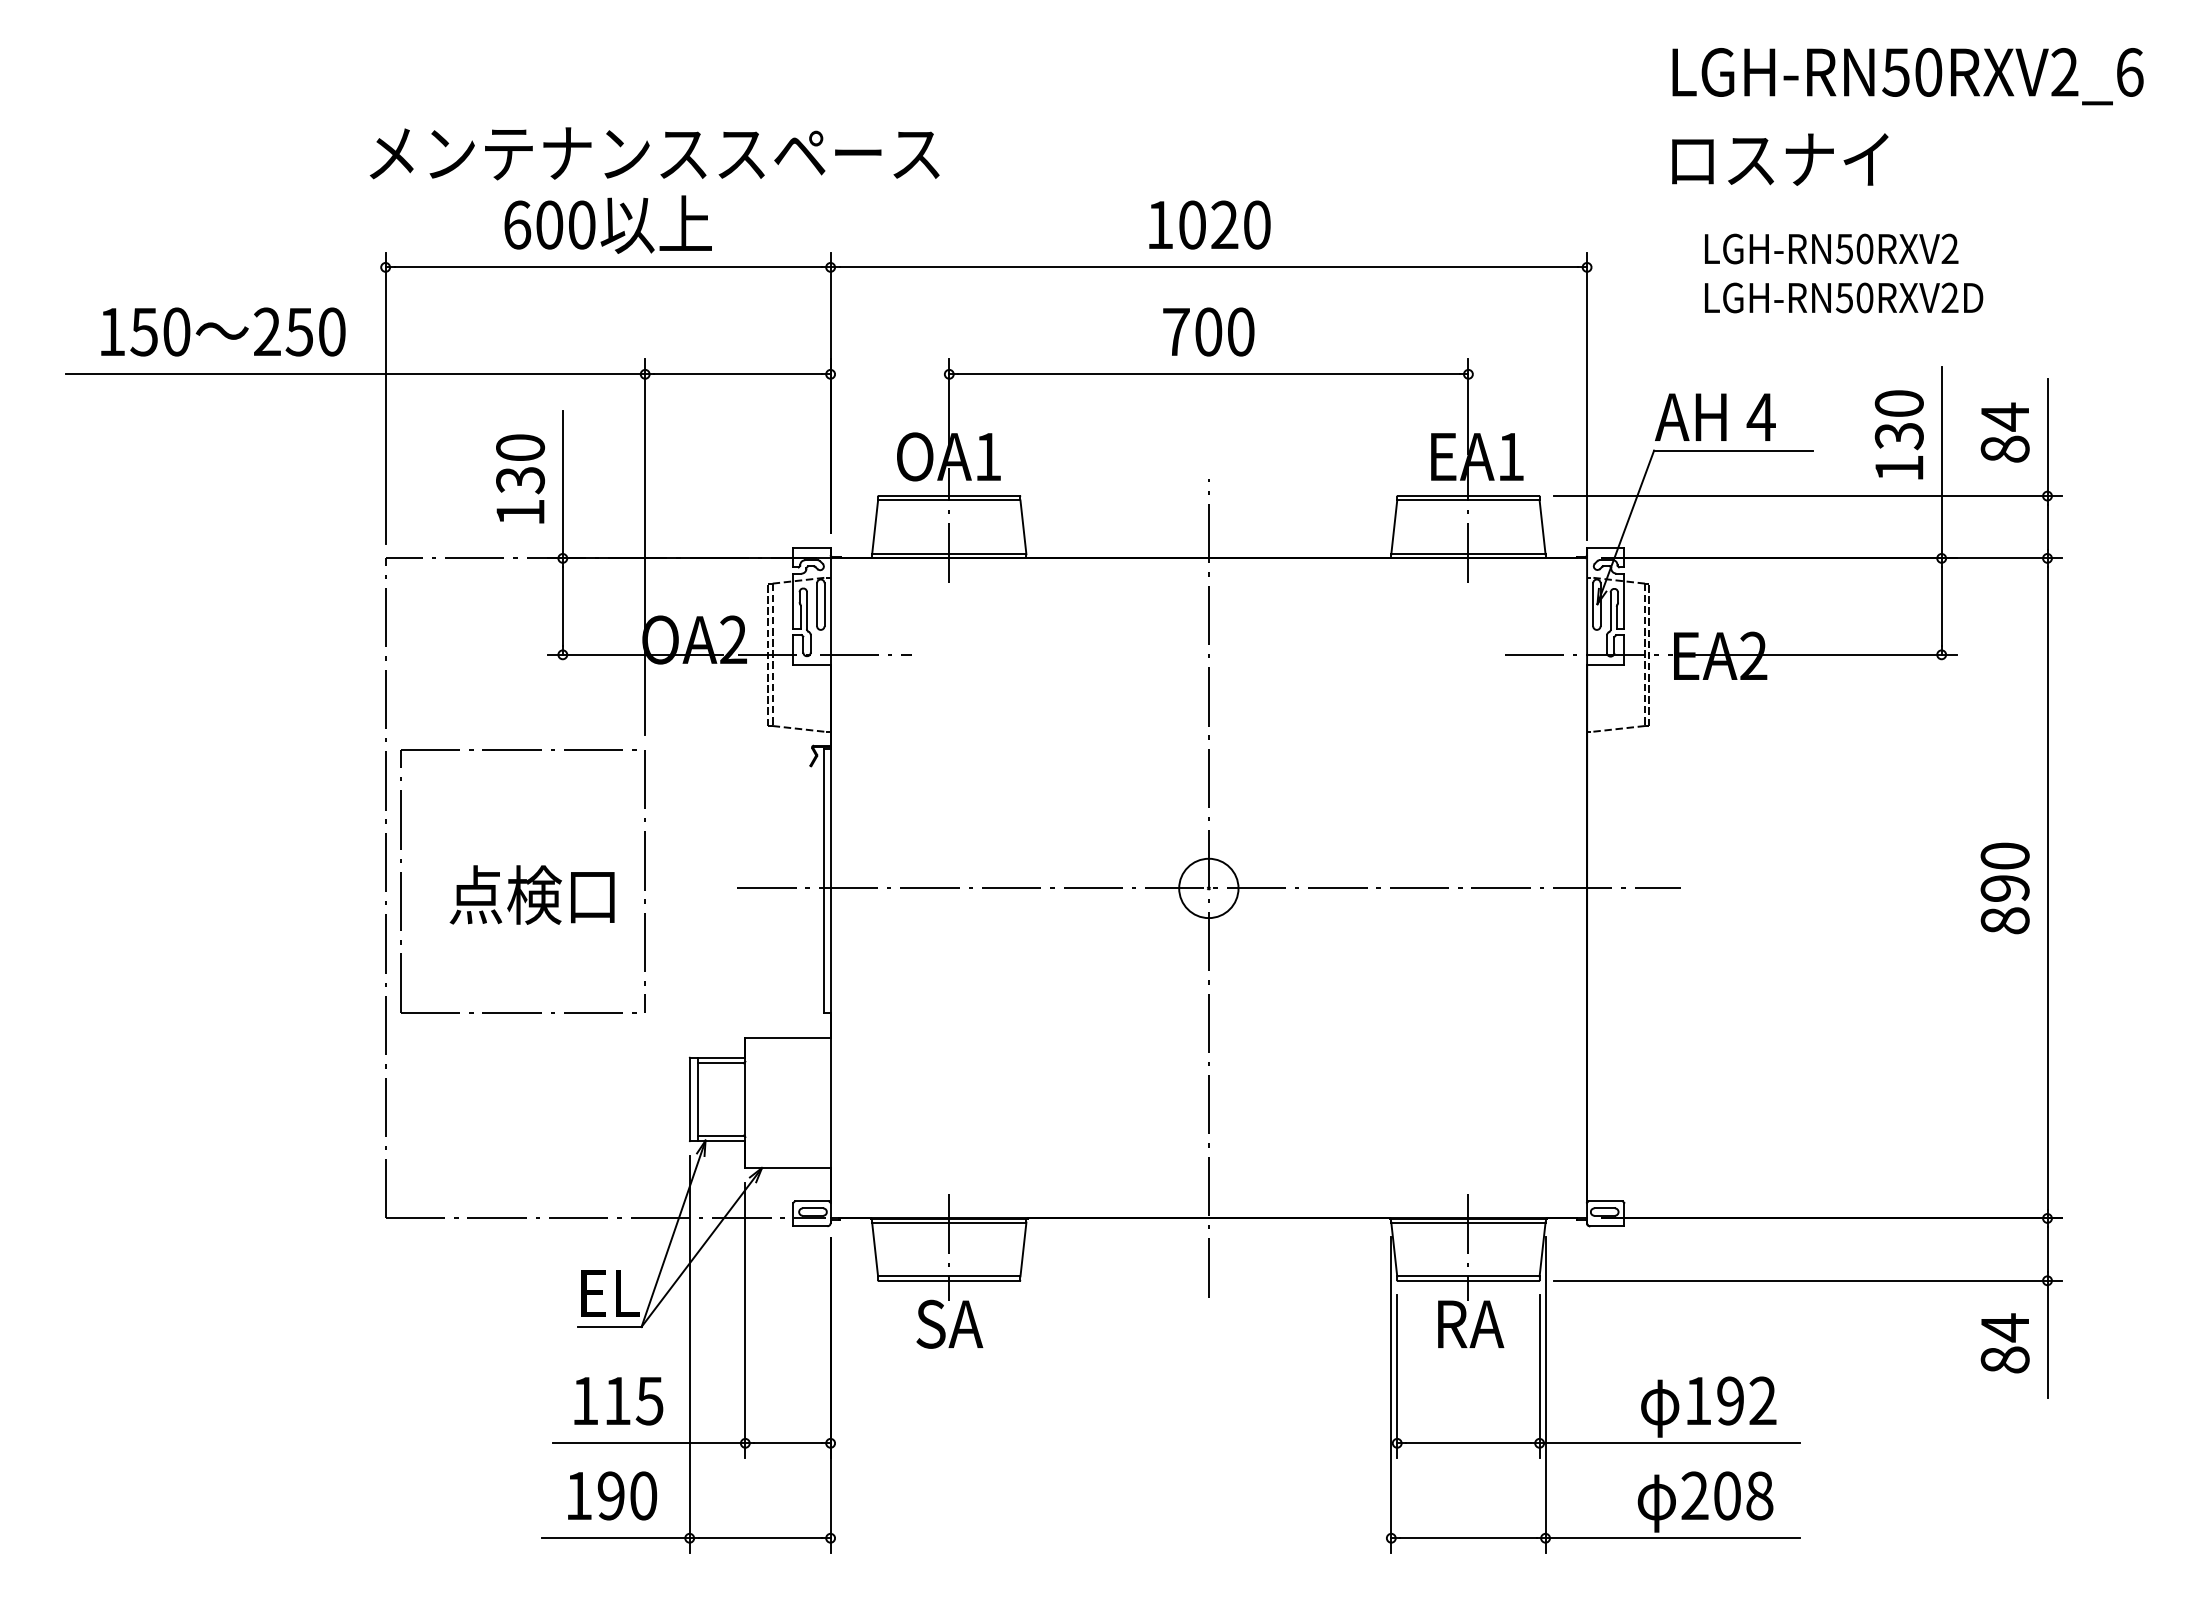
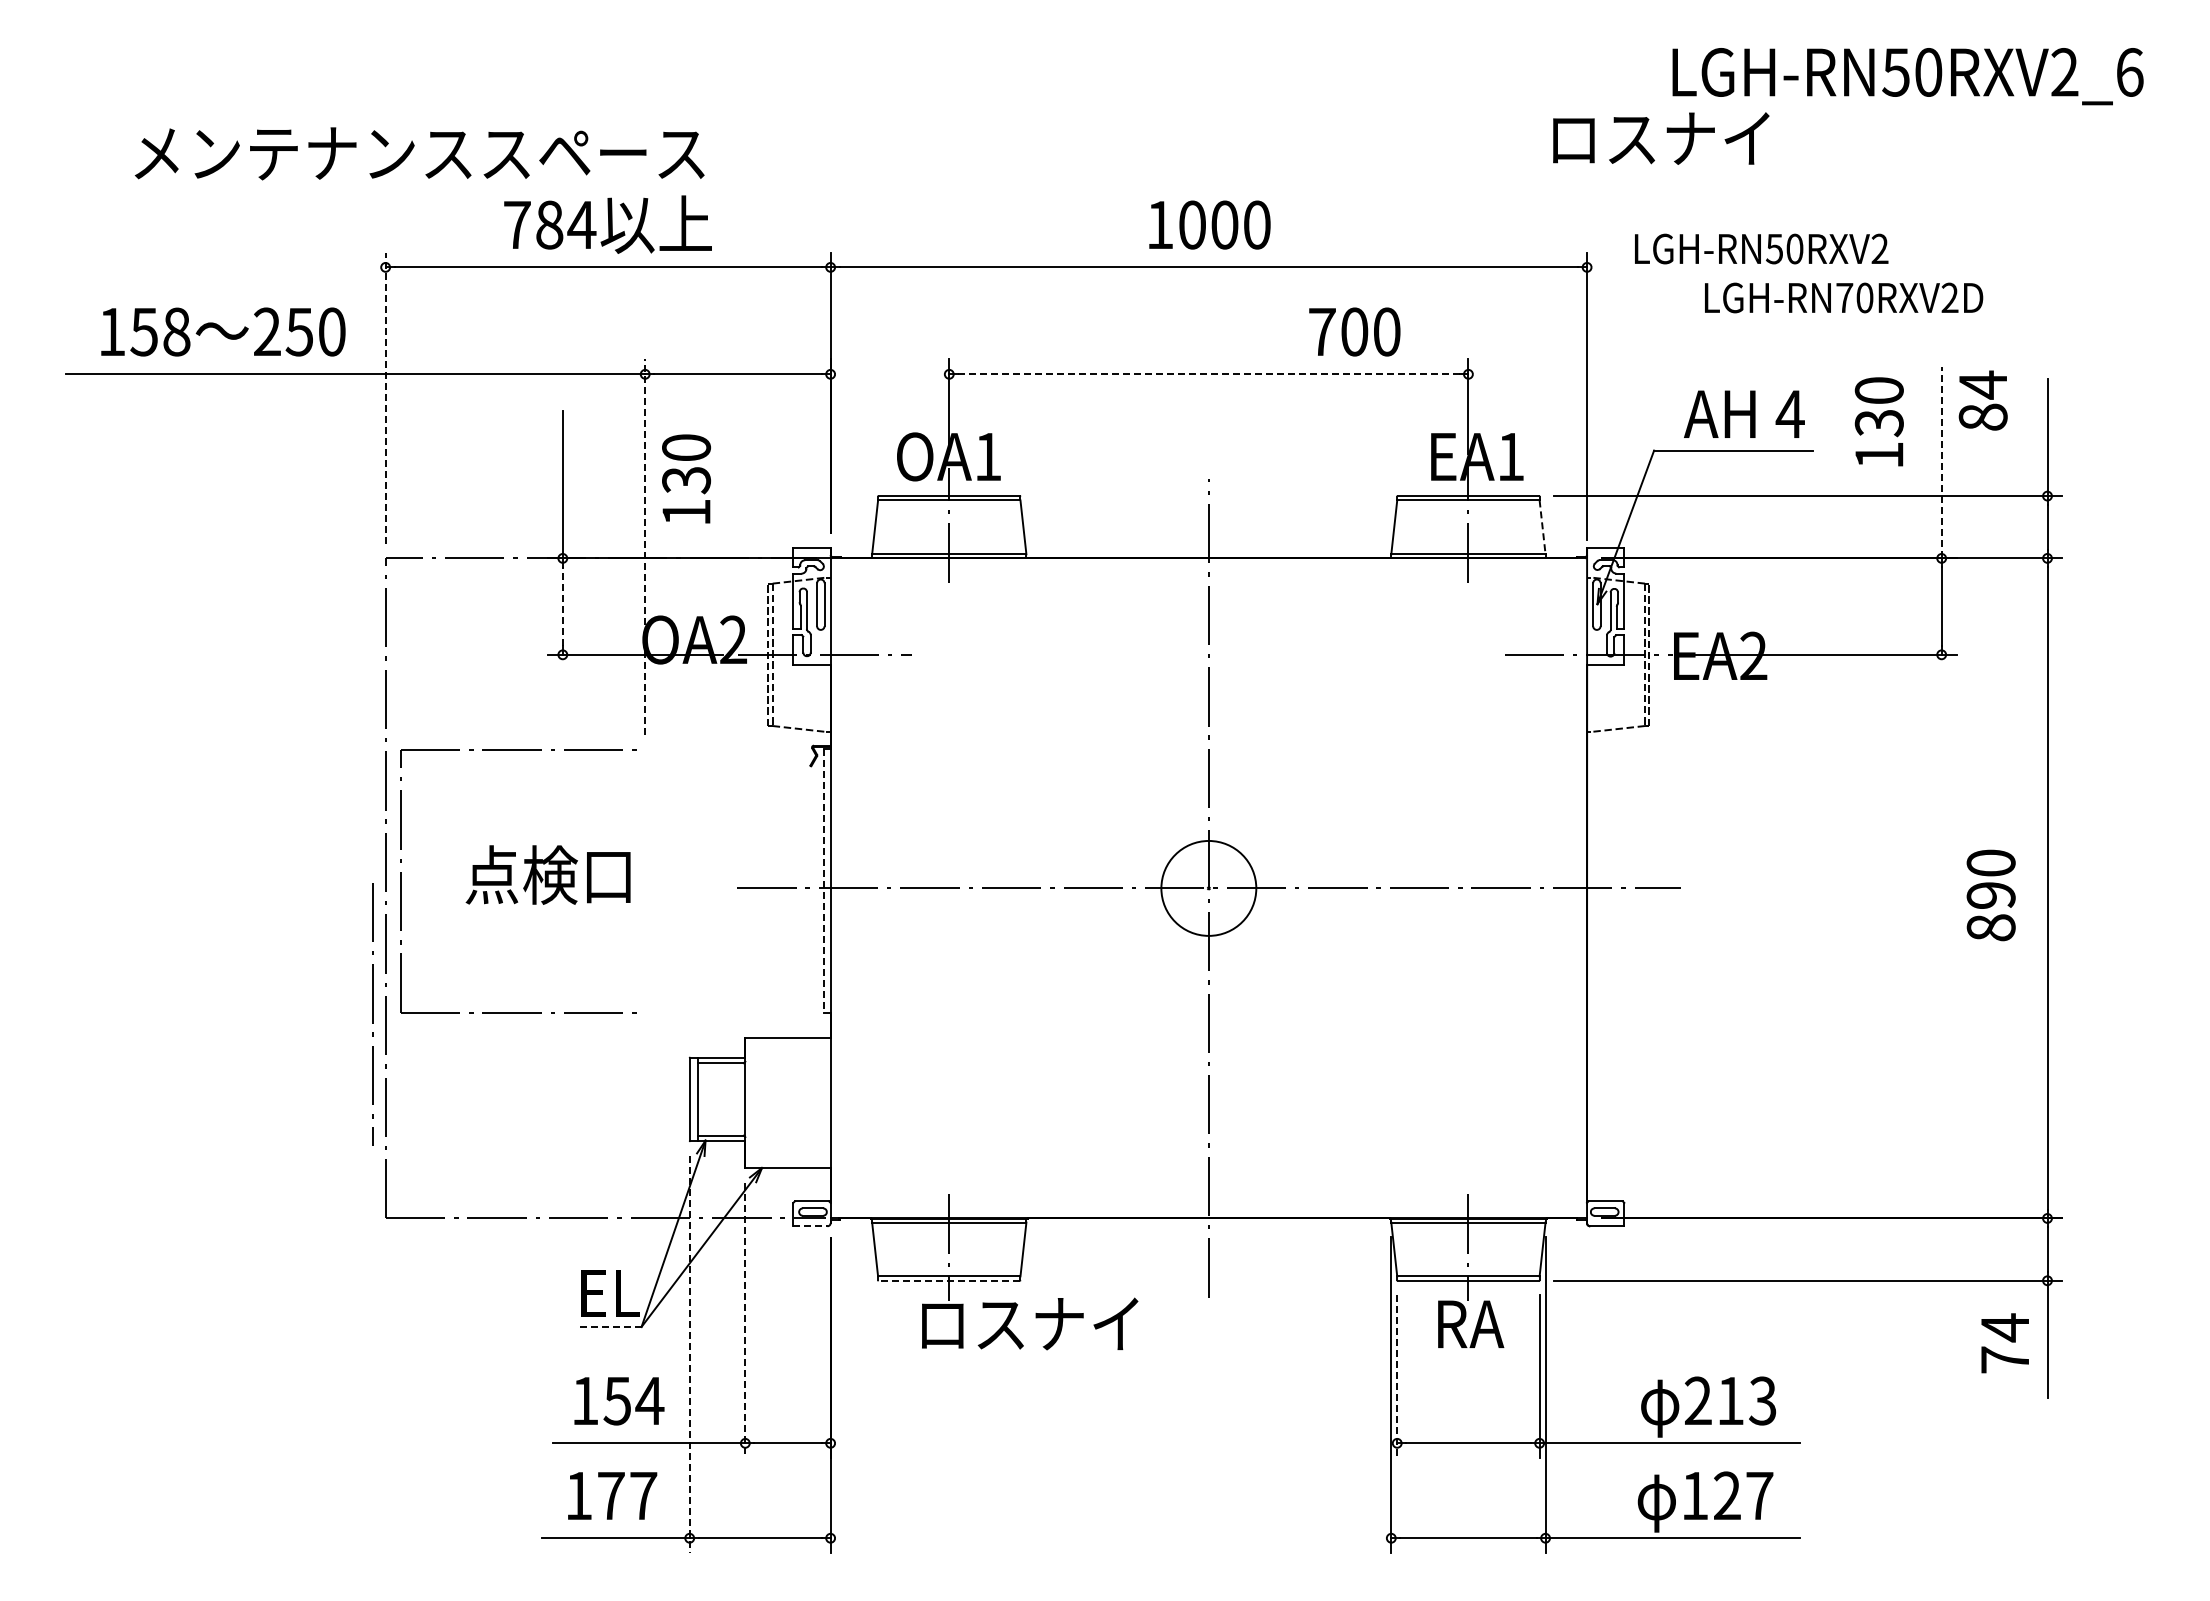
text at (654, 153) position: (654, 153) -> (419, 153)
text at (1780, 159) position: (1780, 159) -> (1661, 138)
text at (550, 224): 600 -> 784
text at (1224, 224): 1020 -> 1000
text at (1831, 248) position: (1831, 248) -> (1761, 248)
text at (1844, 298): LGH-RN50RXV2D -> LGH-RN70RXV2D
text at (176, 331): 150 -> 158
text at (1208, 331) position: (1208, 331) -> (1354, 331)
line at (1208, 374): solid -> dashed
line at (385, 398): solid -> dashed
text at (1715, 416) position: (1715, 416) -> (1744, 413)
text at (2004, 432) position: (2004, 432) -> (1982, 400)
text at (1898, 434) position: (1898, 434) -> (1878, 421)
line at (1941, 462): solid -> dashed
text at (520, 478) position: (520, 478) -> (686, 478)
line at (1542, 527): solid -> dashed
line at (645, 547): solid -> dashed
line at (562, 606): solid -> dashed
line at (823, 880): solid -> dashed
line at (644, 881) position: (644, 881) -> (372, 1014)
circle at (1208, 888) diameter: 59 px -> 95 px
text at (2004, 888) position: (2004, 888) -> (1990, 895)
text at (531, 894) position: (531, 894) -> (547, 874)
line at (810, 1226): solid -> dashed
line at (949, 1280): solid -> dashed
line at (745, 1320): solid -> dashed
text at (1027, 1323): SA -> ロスナイ
line at (609, 1326): solid -> dashed
line at (689, 1354): solid -> dashed
text at (2004, 1359): 84 -> 74
line at (1397, 1376): solid -> dashed
text at (1730, 1400): 192 -> 213
text at (633, 1401): 115 -> 154
text at (627, 1495): 190 -> 177
text at (1727, 1495): 208 -> 127
